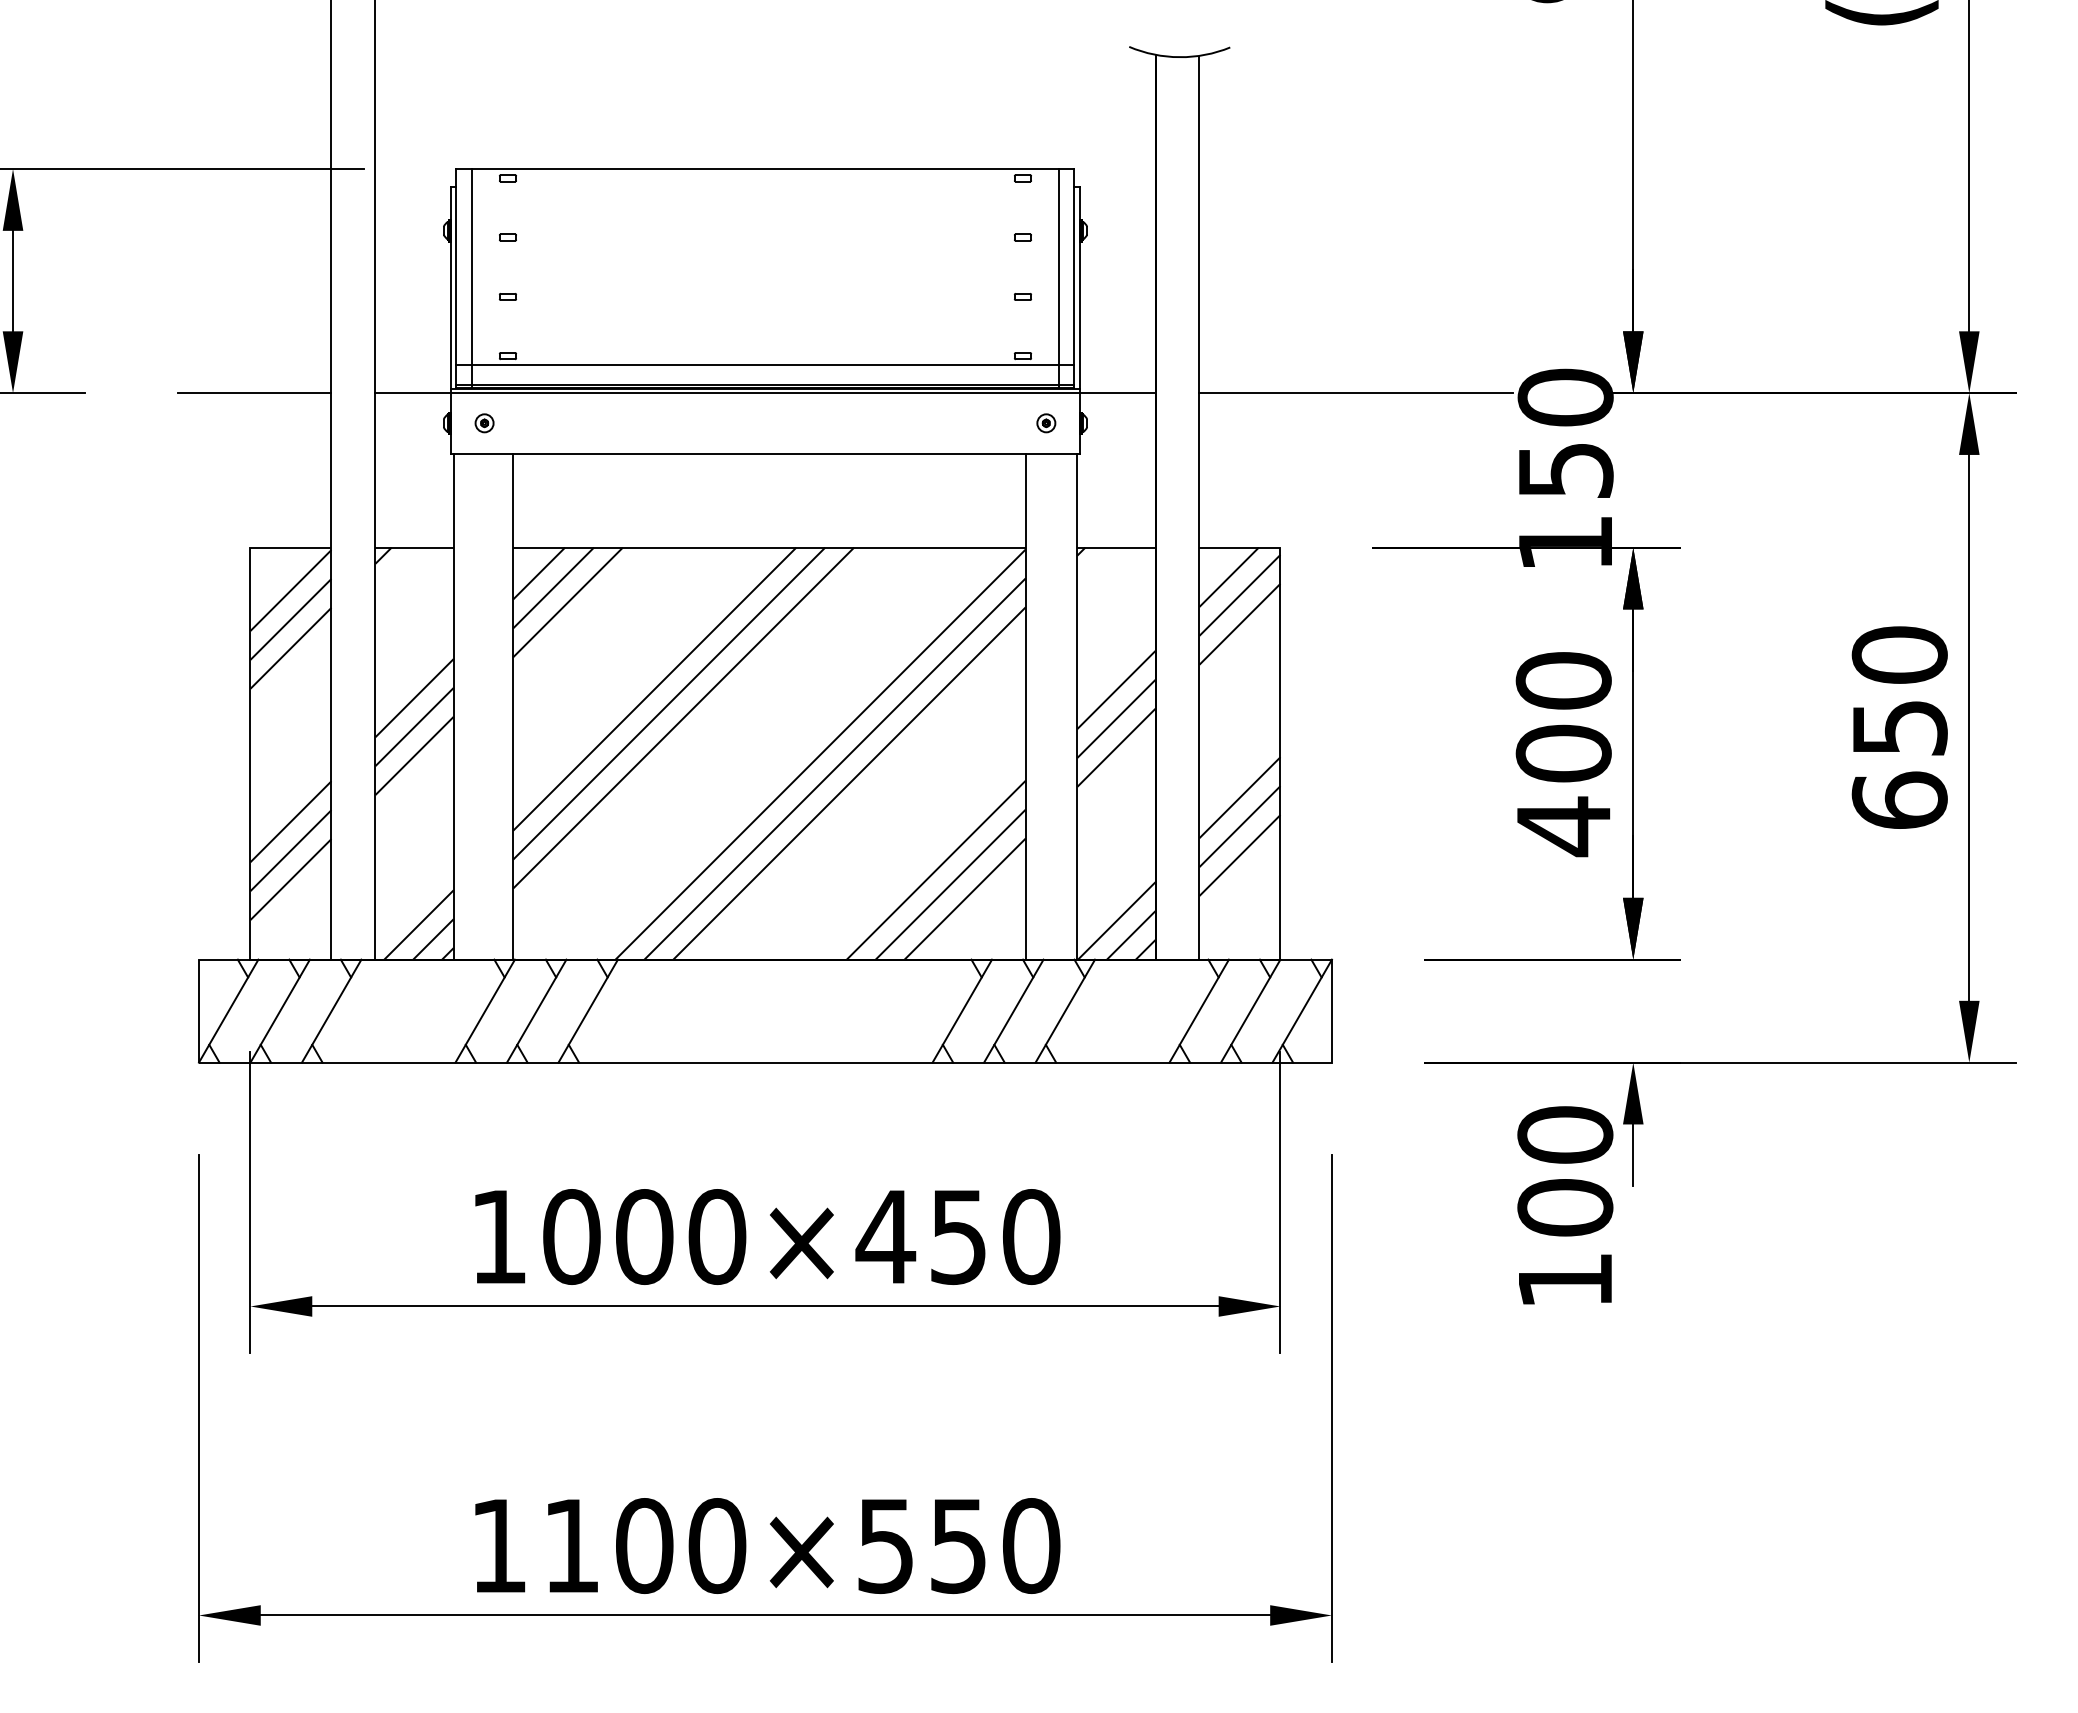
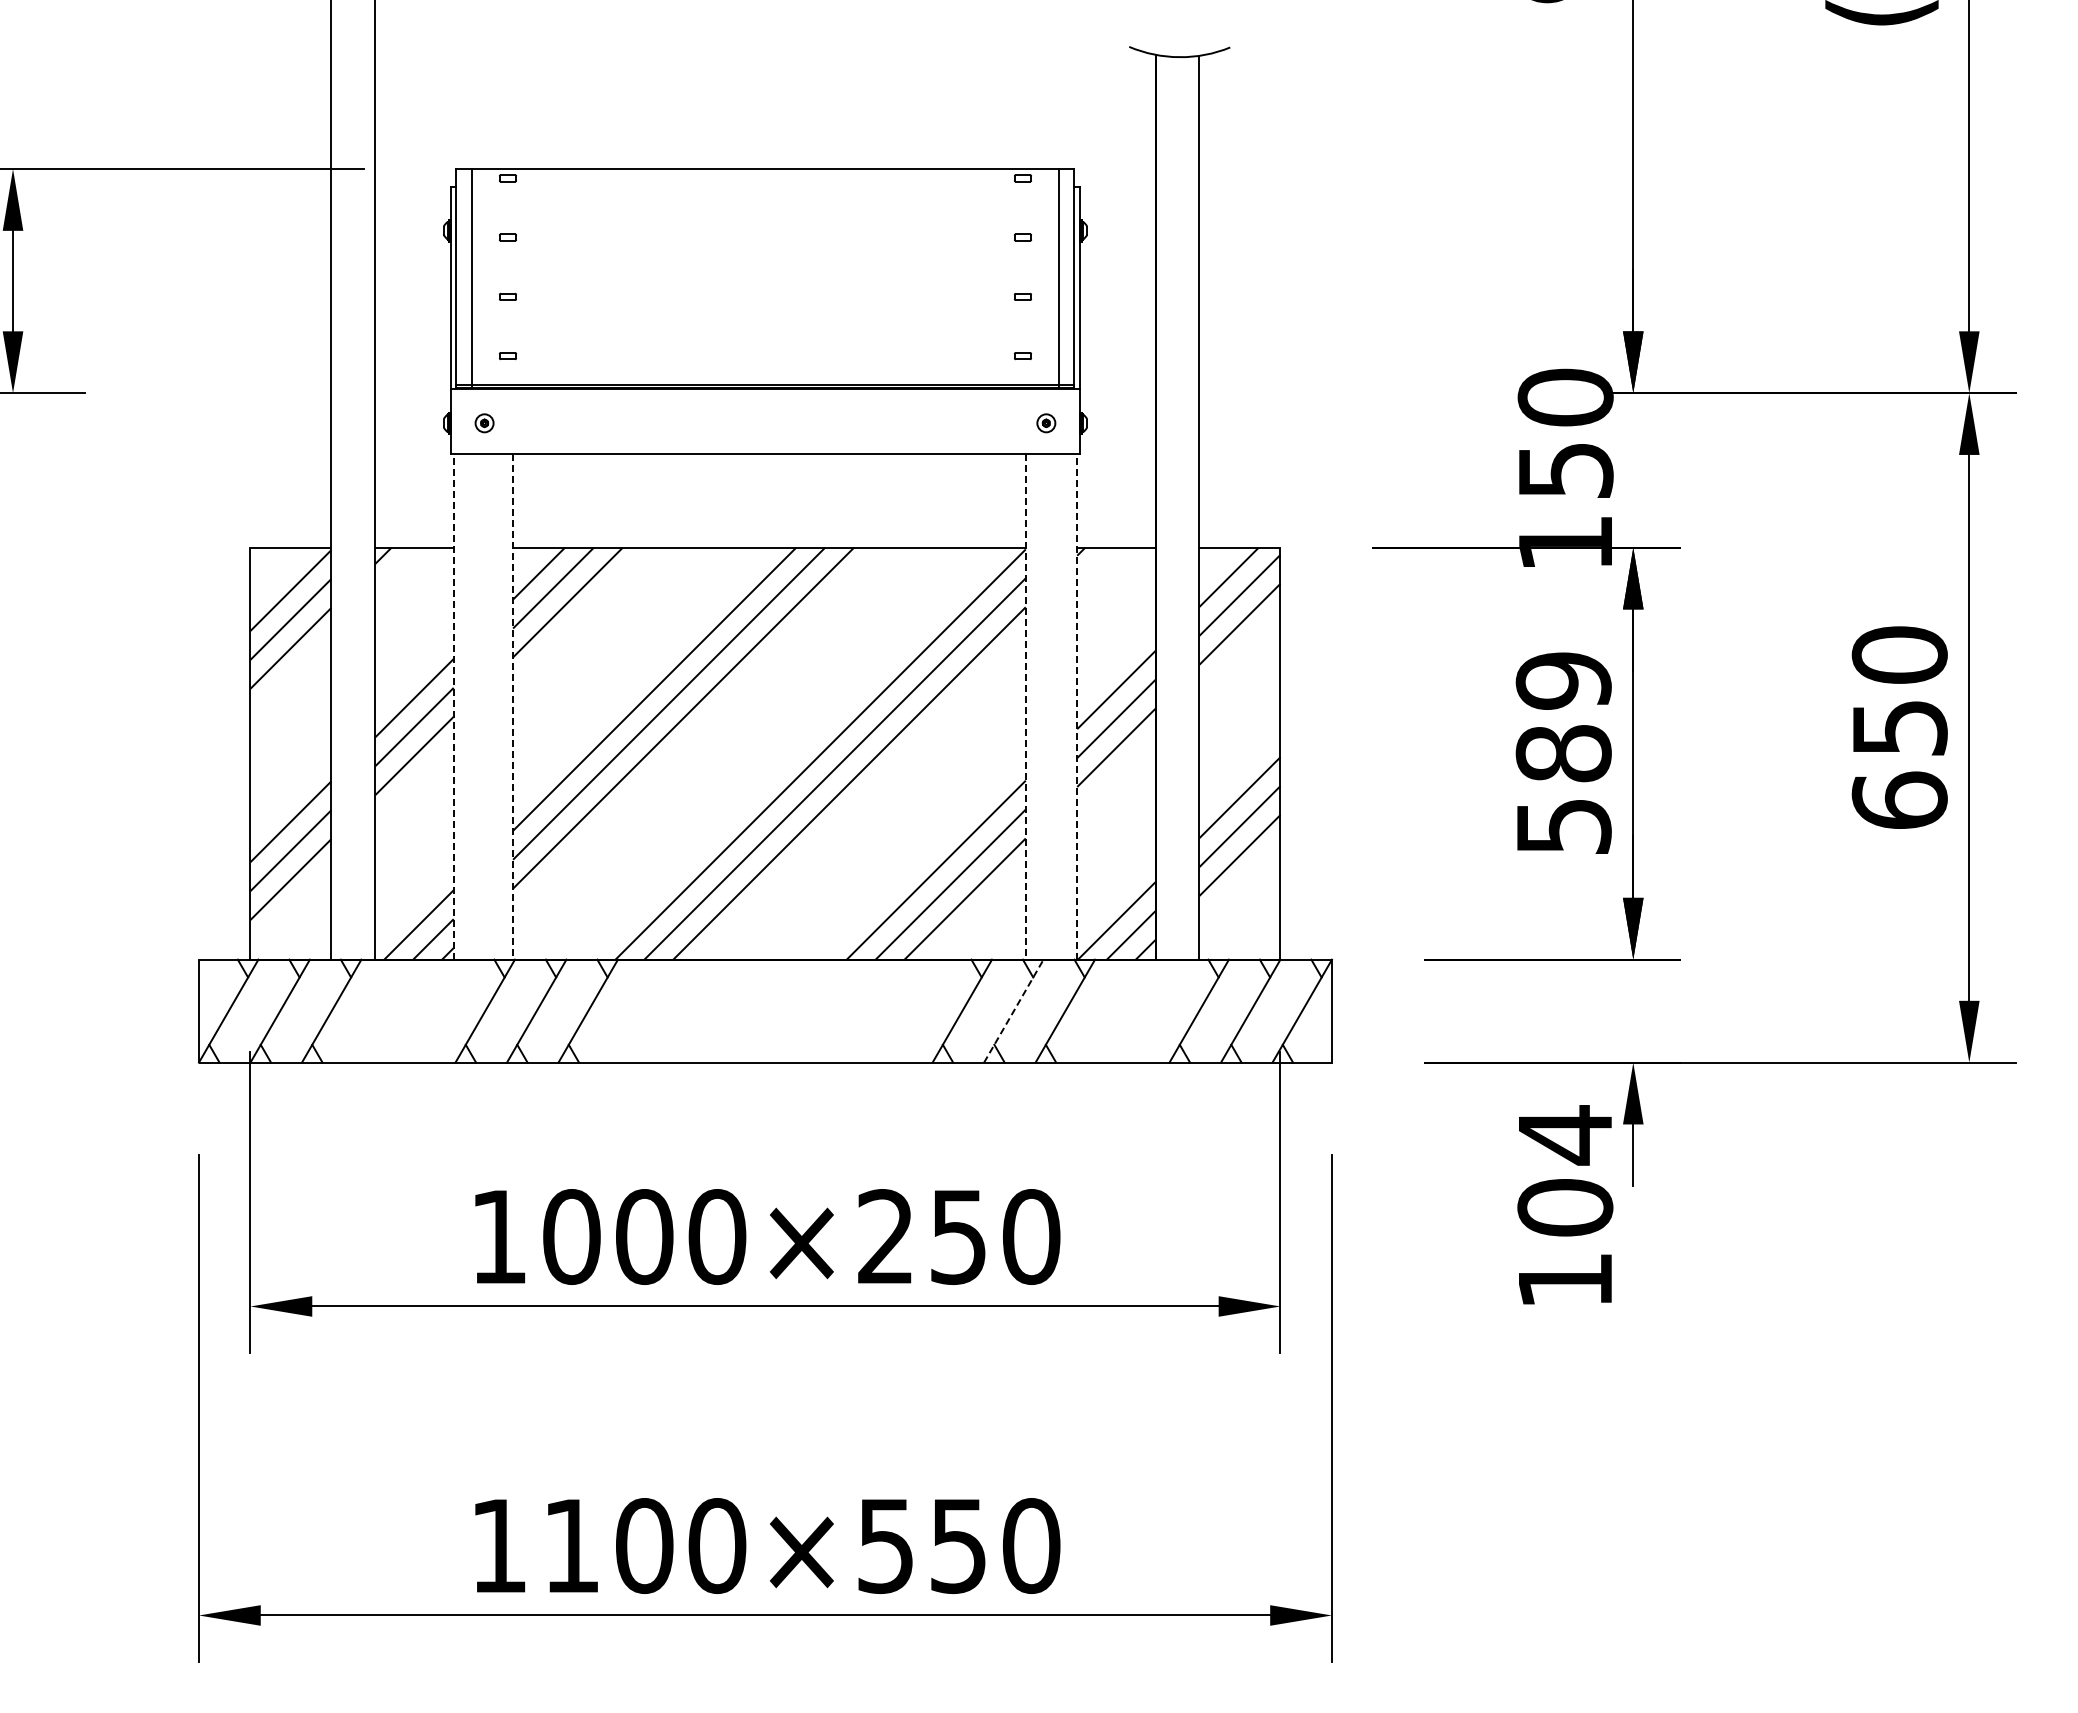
line at (765, 365): present -> none
line at (254, 393): present -> none
line at (765, 393): present -> none
line at (1355, 393): present -> none
line at (453, 706): solid -> dashed
line at (513, 706): solid -> dashed
line at (1025, 706): solid -> dashed
line at (1077, 706): solid -> dashed
text at (1563, 754): 400 -> 589
line at (1014, 1010): solid -> dashed
text at (1565, 1135): 100 -> 104
text at (885, 1236): 1000×450 -> 1000×250
